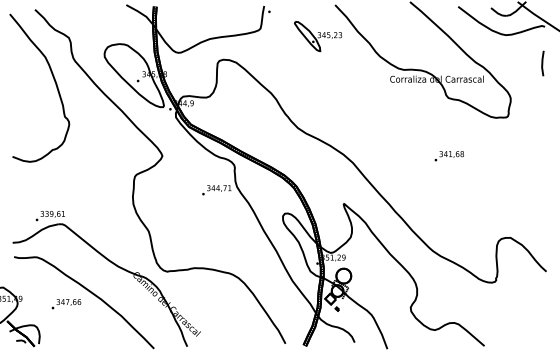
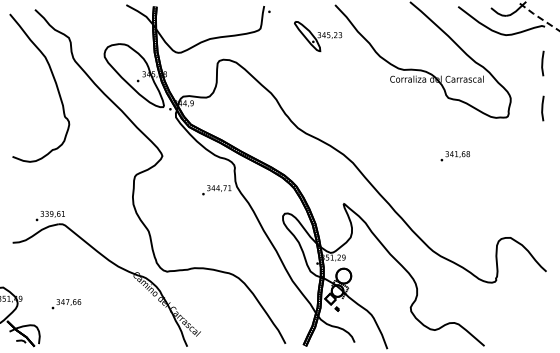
line at (537, 16): solid -> dashed
line at (542, 108): none -> present
text at (448, 156) position: (448, 156) -> (454, 156)
curve at (89, 292): present -> none
